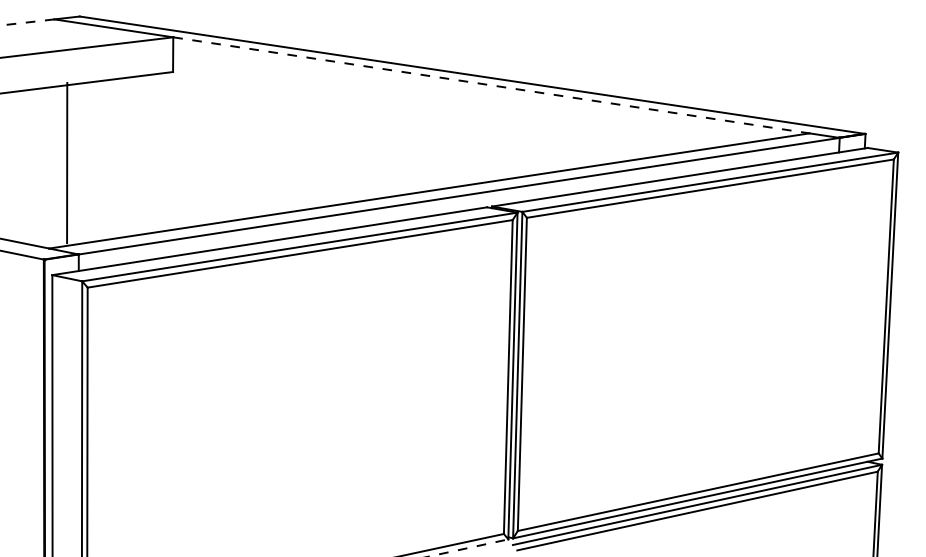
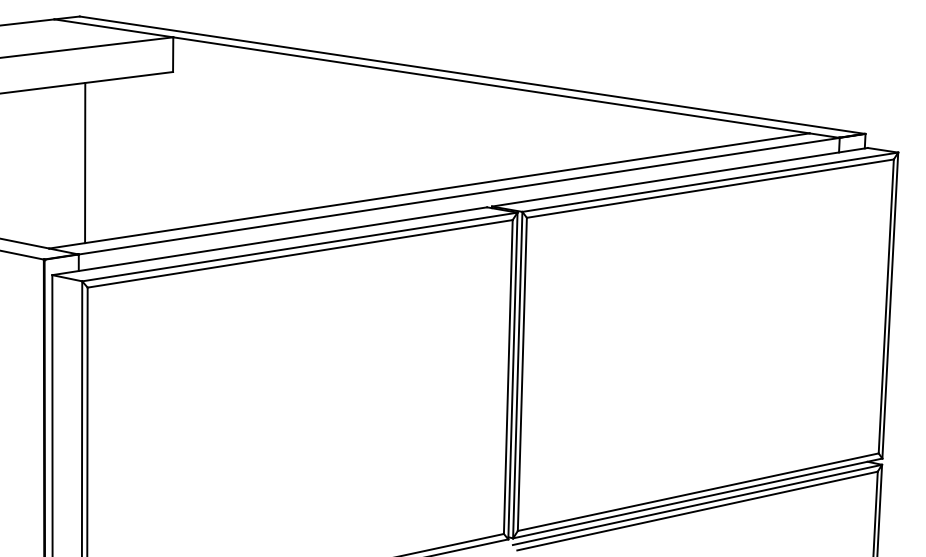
line at (27, 22): dashed -> solid
line at (491, 85): dashed -> solid
line at (67, 162) position: (67, 162) -> (85, 162)
line at (468, 548): dashed -> solid
